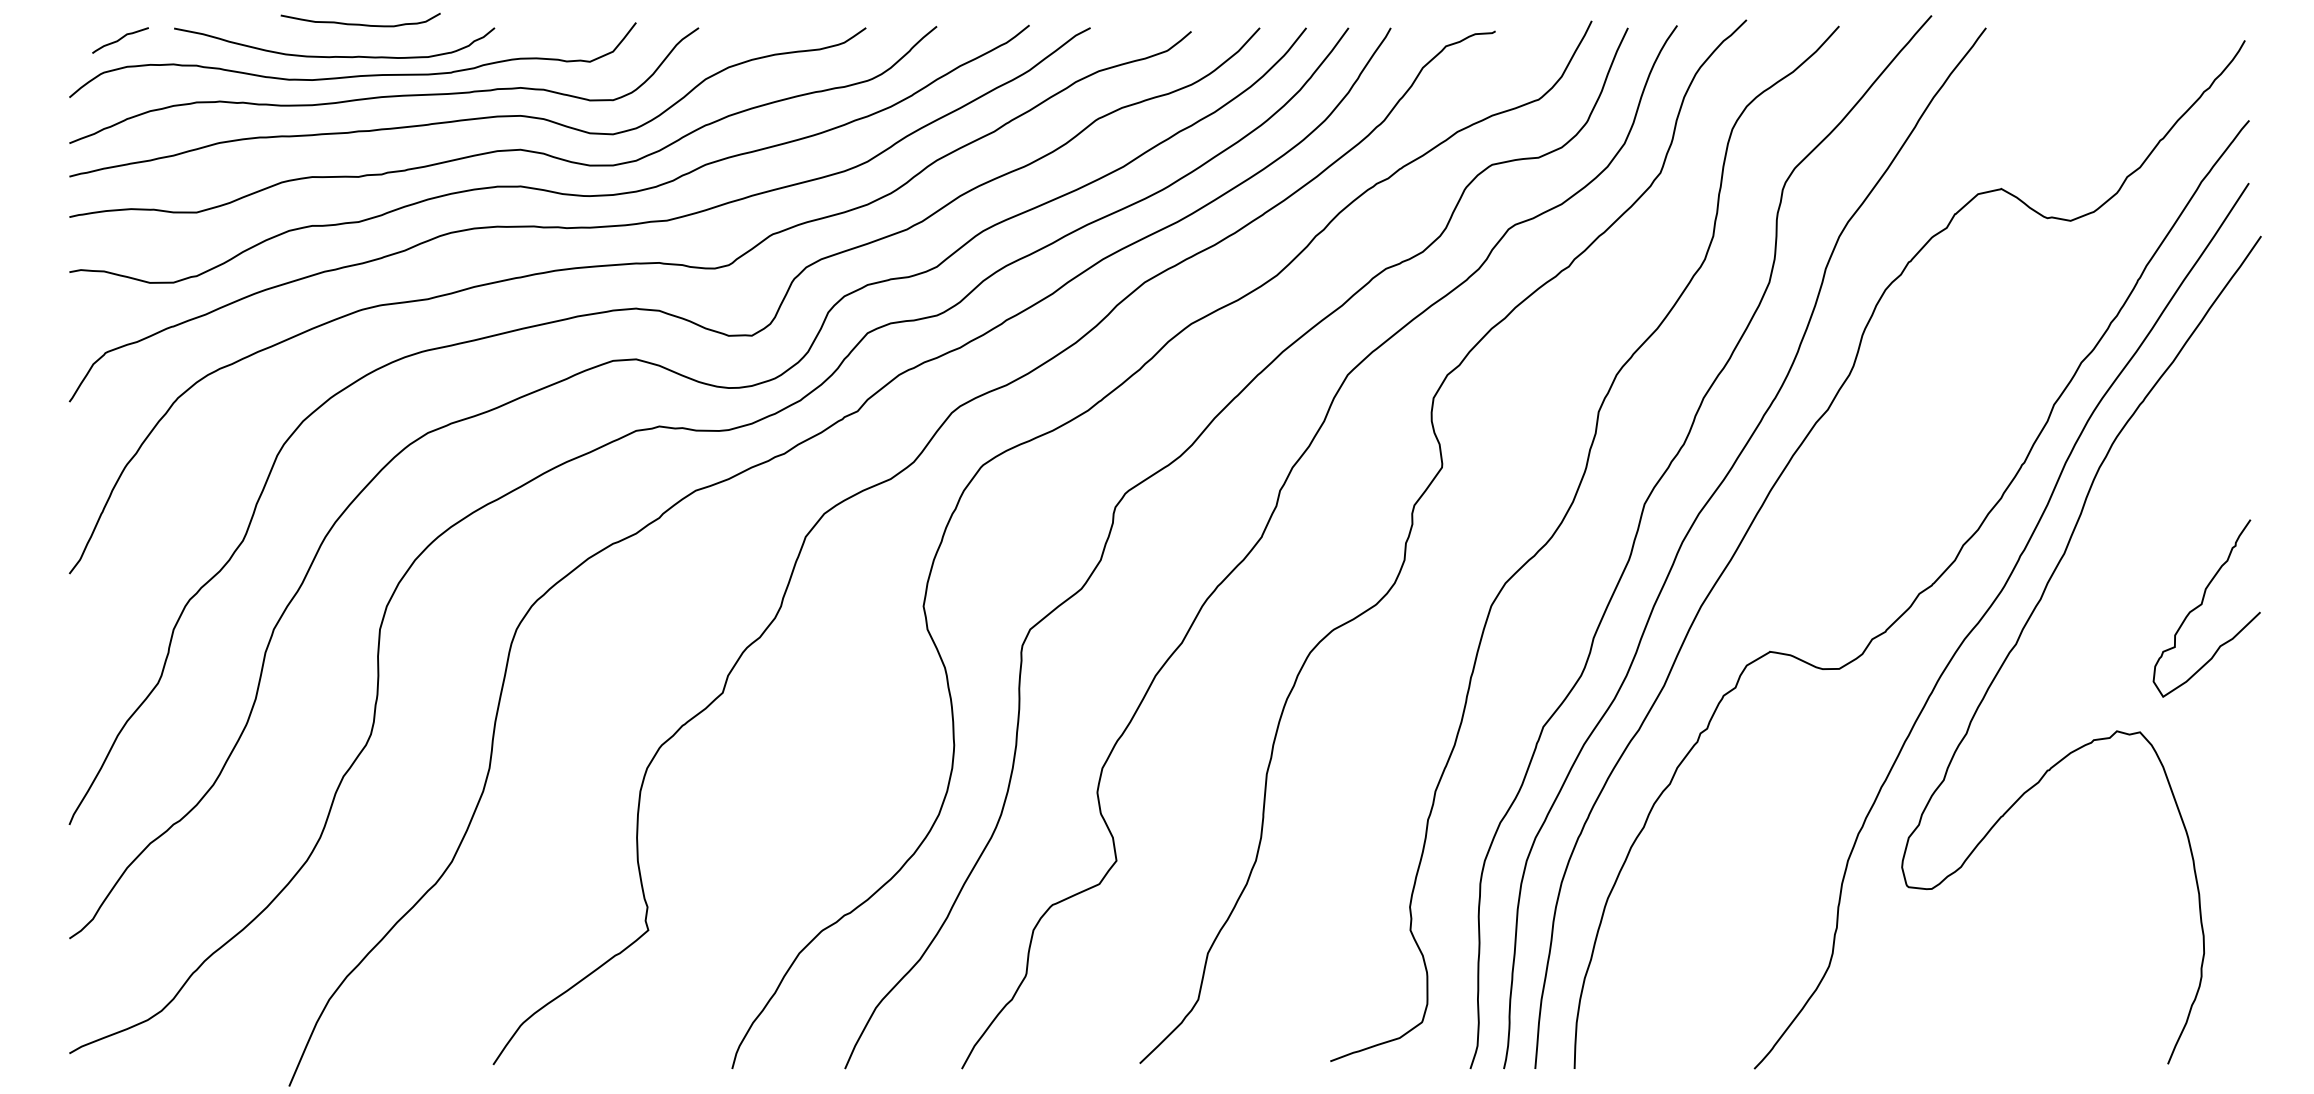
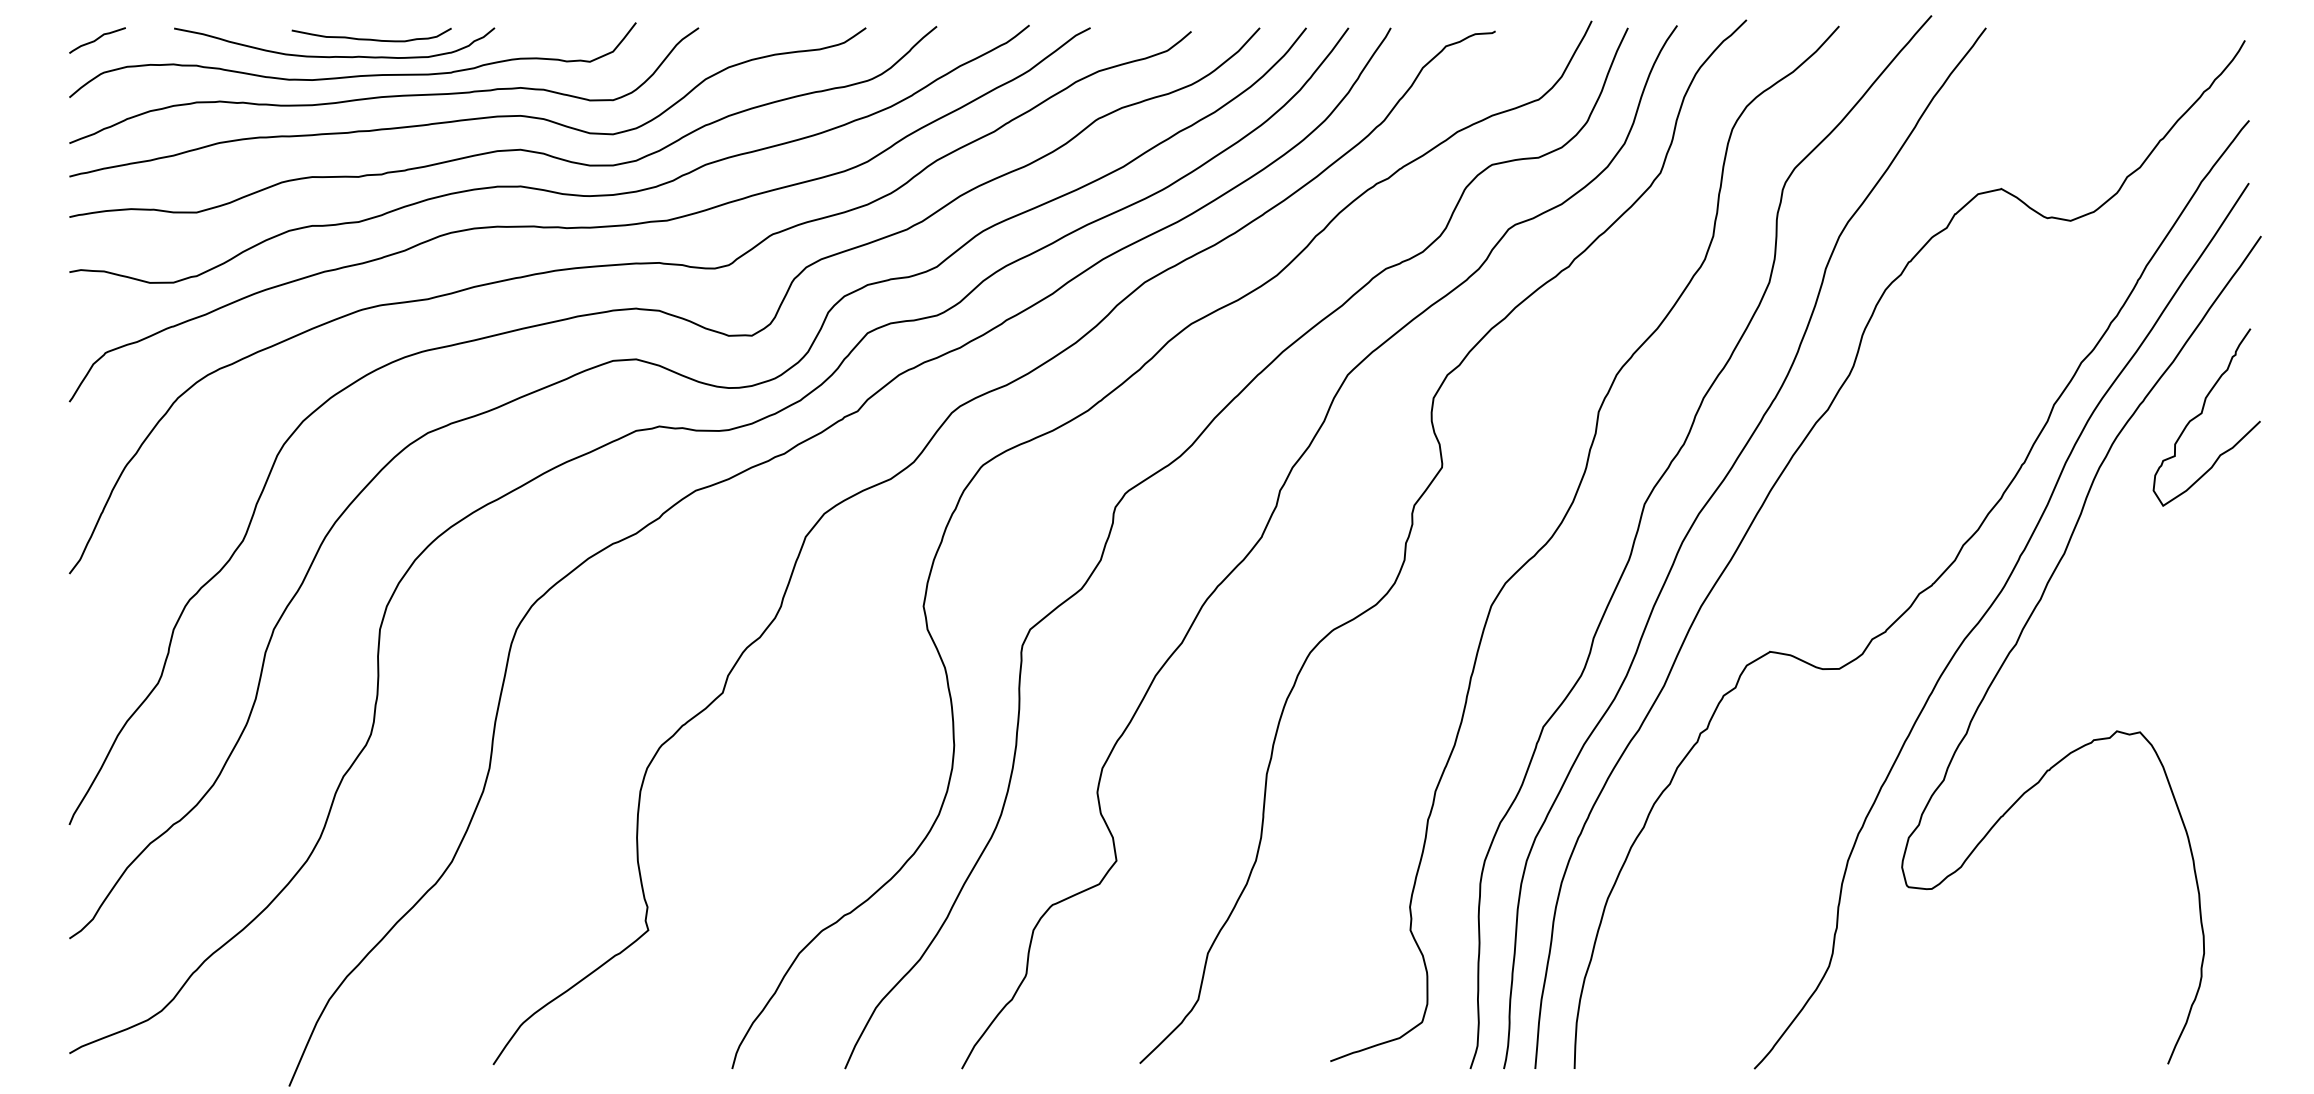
curve at (359, 23) position: (359, 23) -> (370, 38)
curve at (120, 40) position: (120, 40) -> (97, 40)
curve at (2202, 604) position: (2202, 604) -> (2202, 413)
